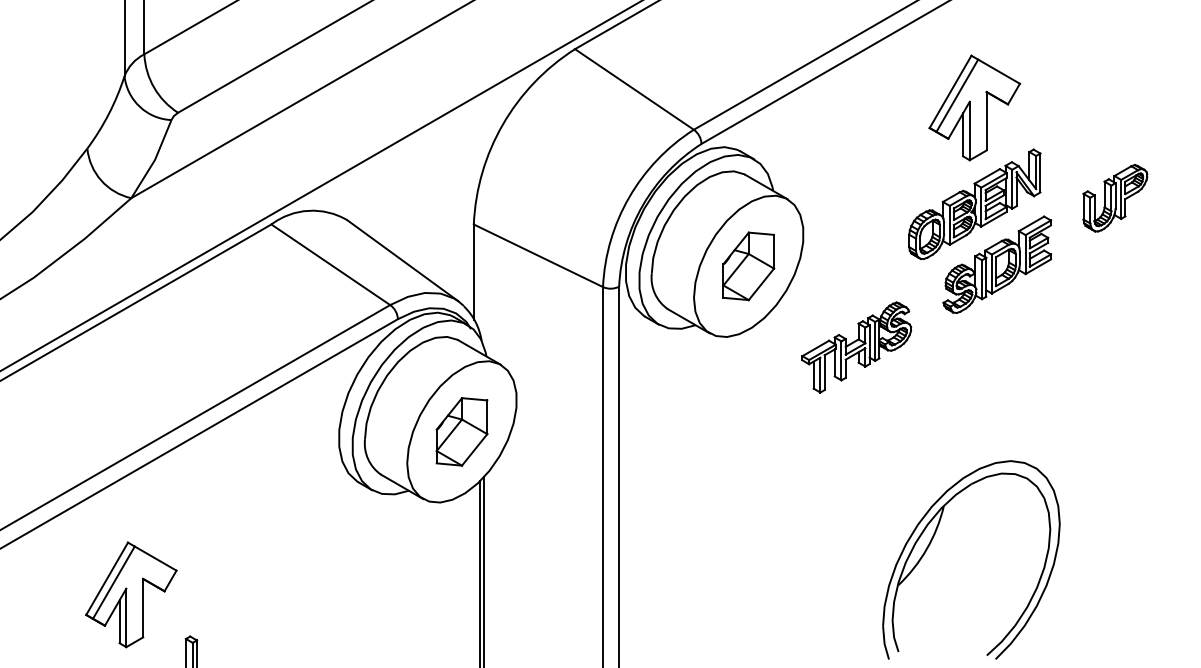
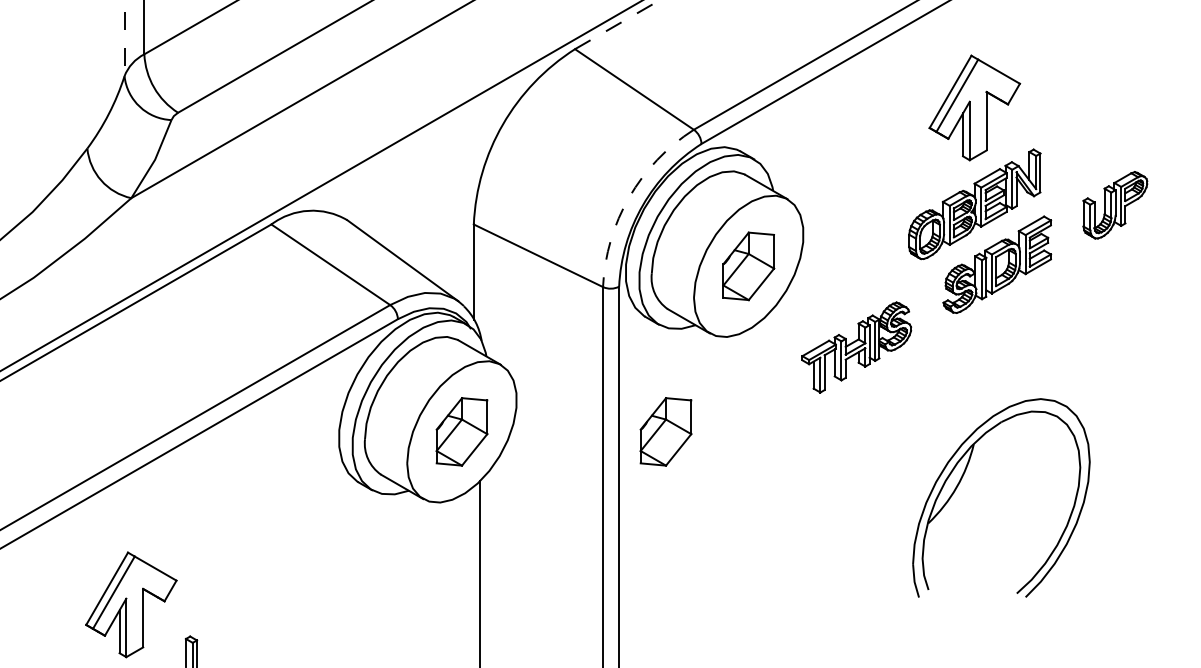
line at (617, 24): solid -> dashed
line at (124, 38): solid -> dashed
arc at (629, 197): solid -> dashed
part at (1115, 198) position: (1115, 198) -> (1115, 205)
part at (665, 431): none -> present
part at (932, 540) position: (932, 540) -> (962, 478)
line at (483, 570): present -> none
part at (131, 594) position: (131, 594) -> (131, 604)
